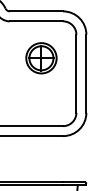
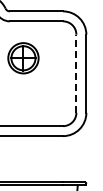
part at (41, 58) position: (41, 58) -> (23, 58)
line at (76, 73): solid -> dashed
